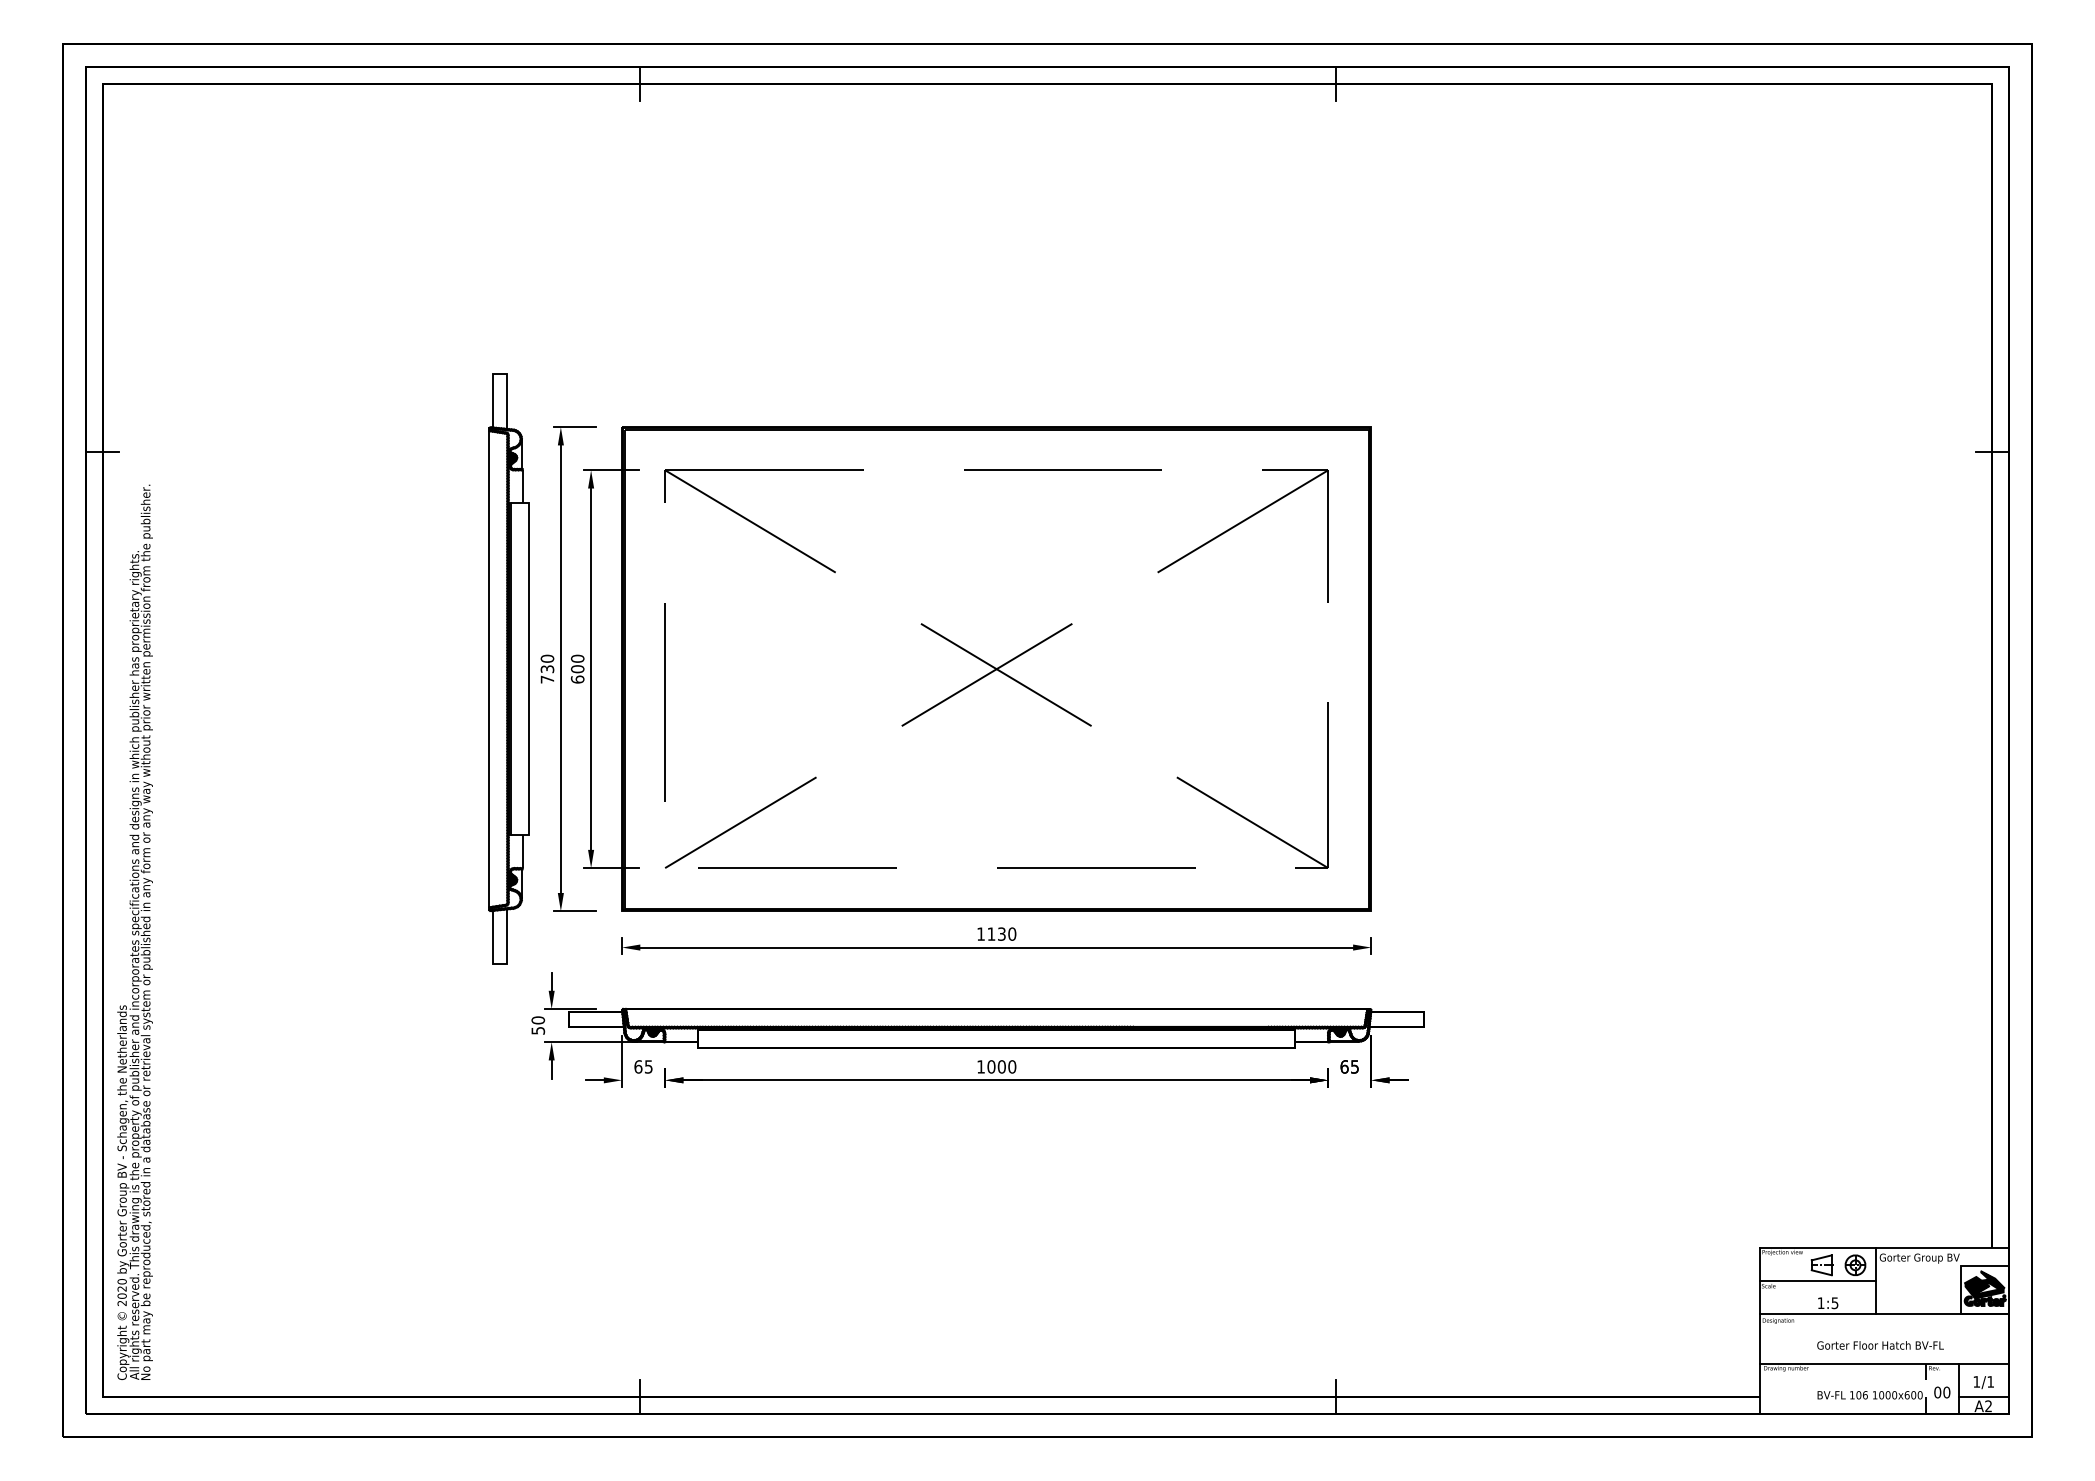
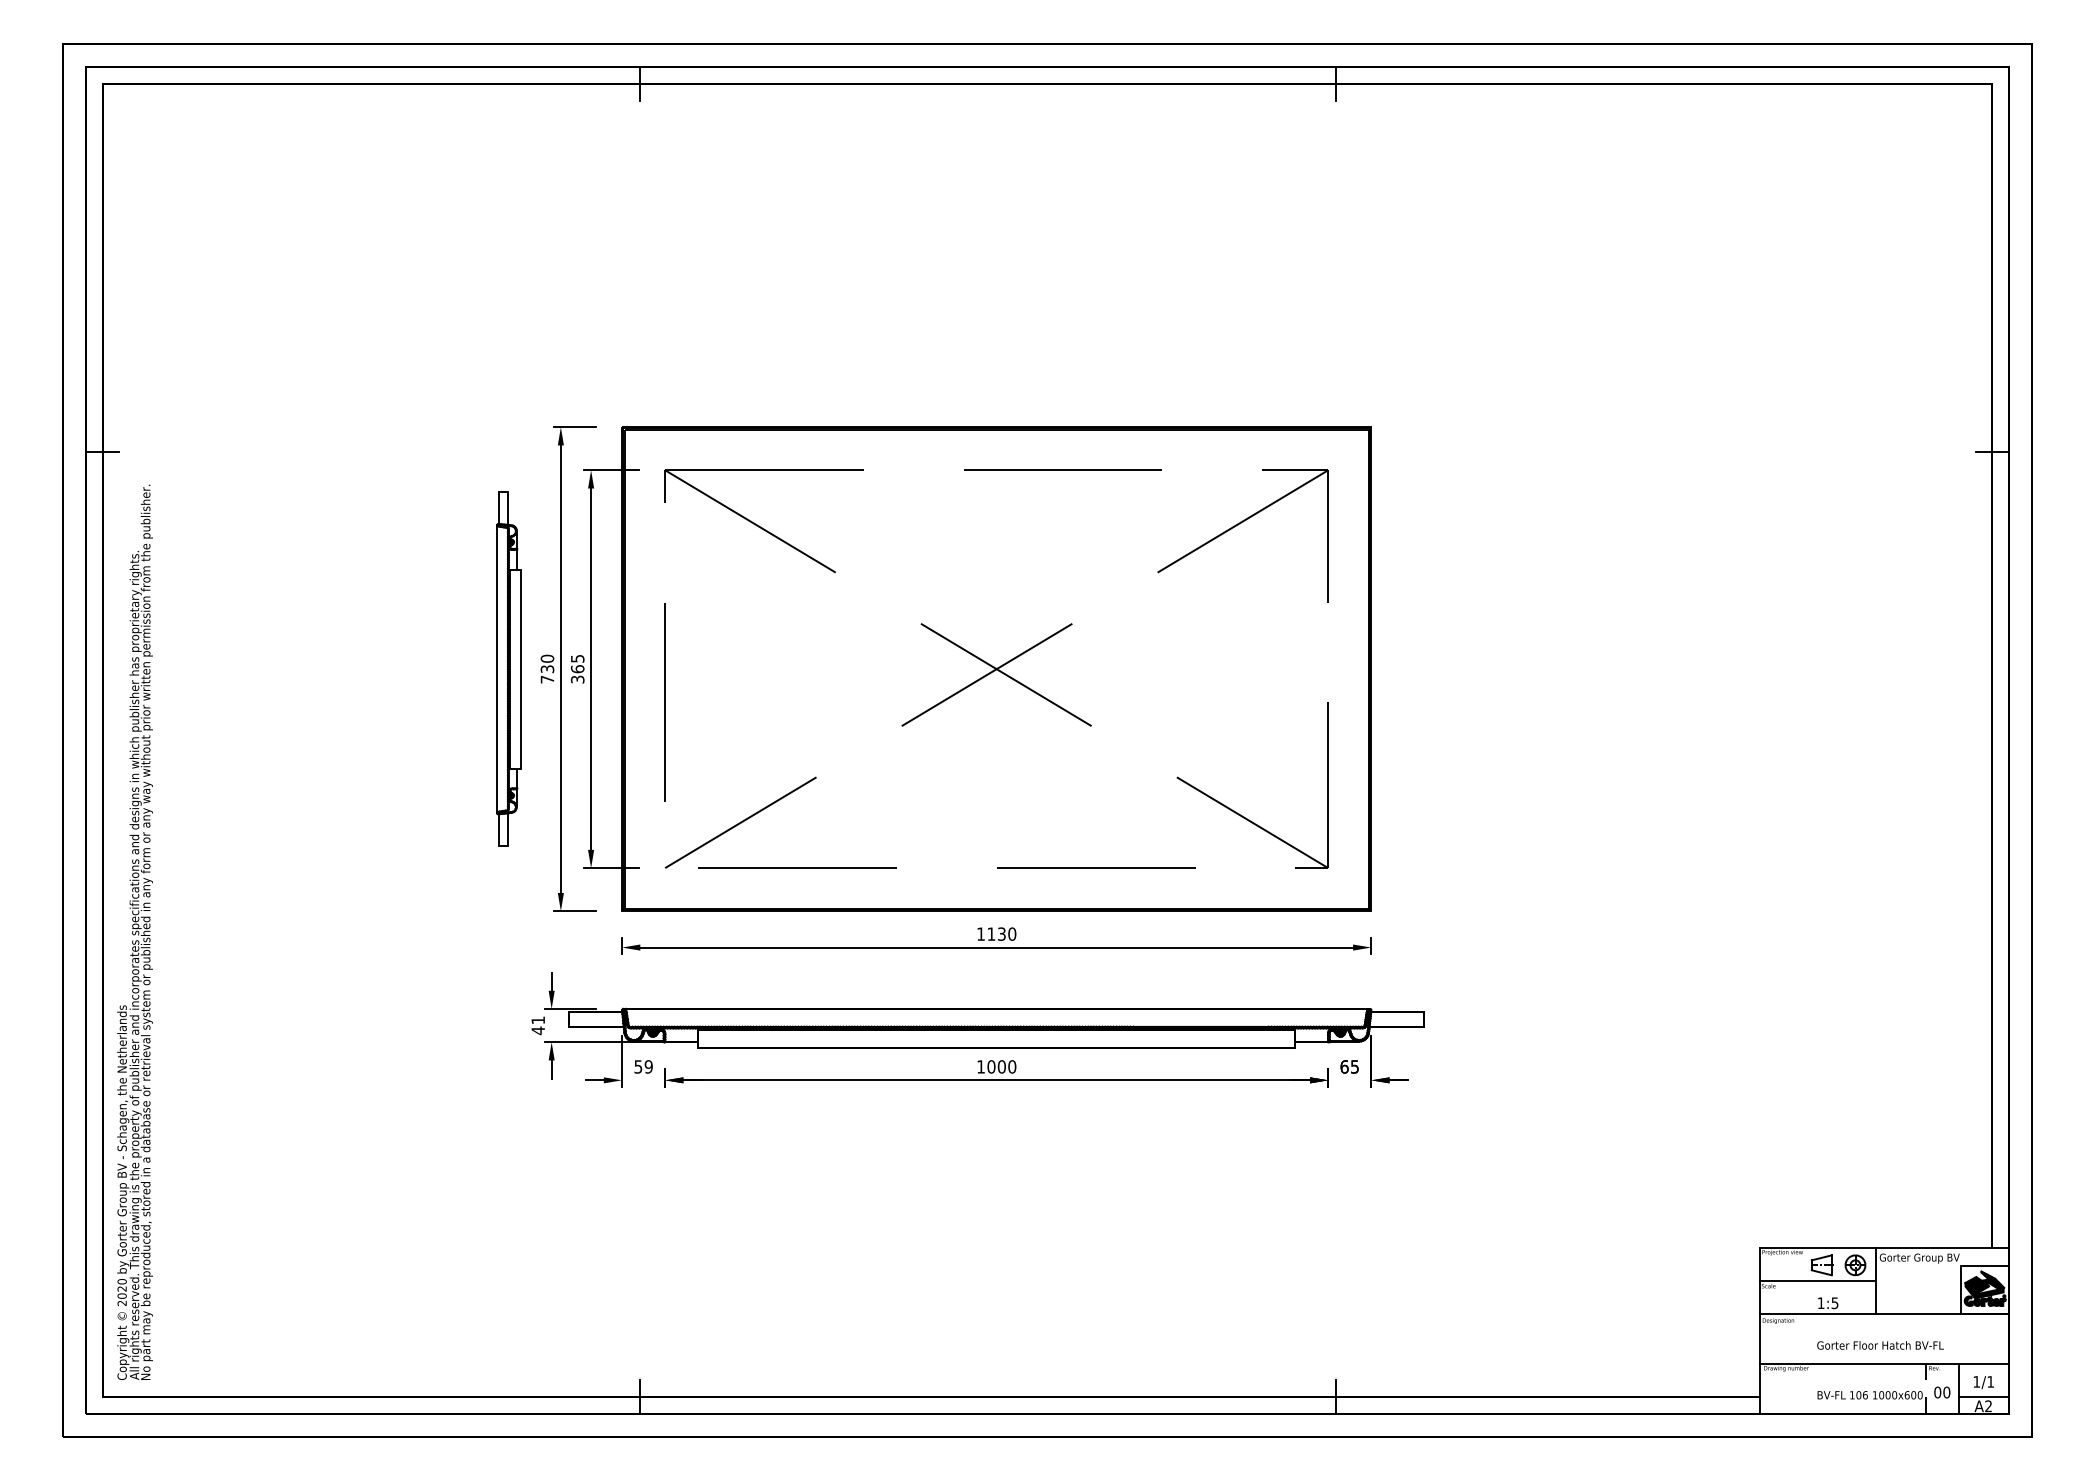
part at (508, 668) size: 42x592 px -> 26x356 px
text at (577, 668): 600 -> 365
text at (538, 1025): 50 -> 41
text at (643, 1066): 65 -> 59
